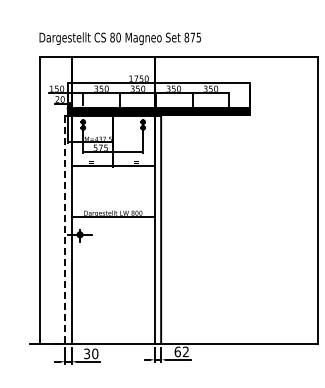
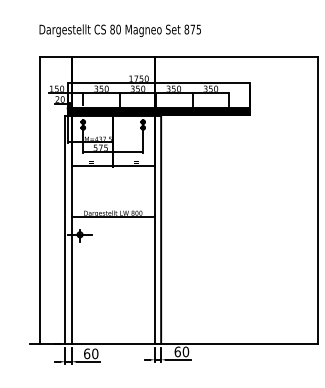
text at (119, 38) position: (119, 38) -> (119, 30)
line at (65, 229): dashed -> solid
text at (185, 351): 62 -> 60
text at (87, 353): 30 -> 60
